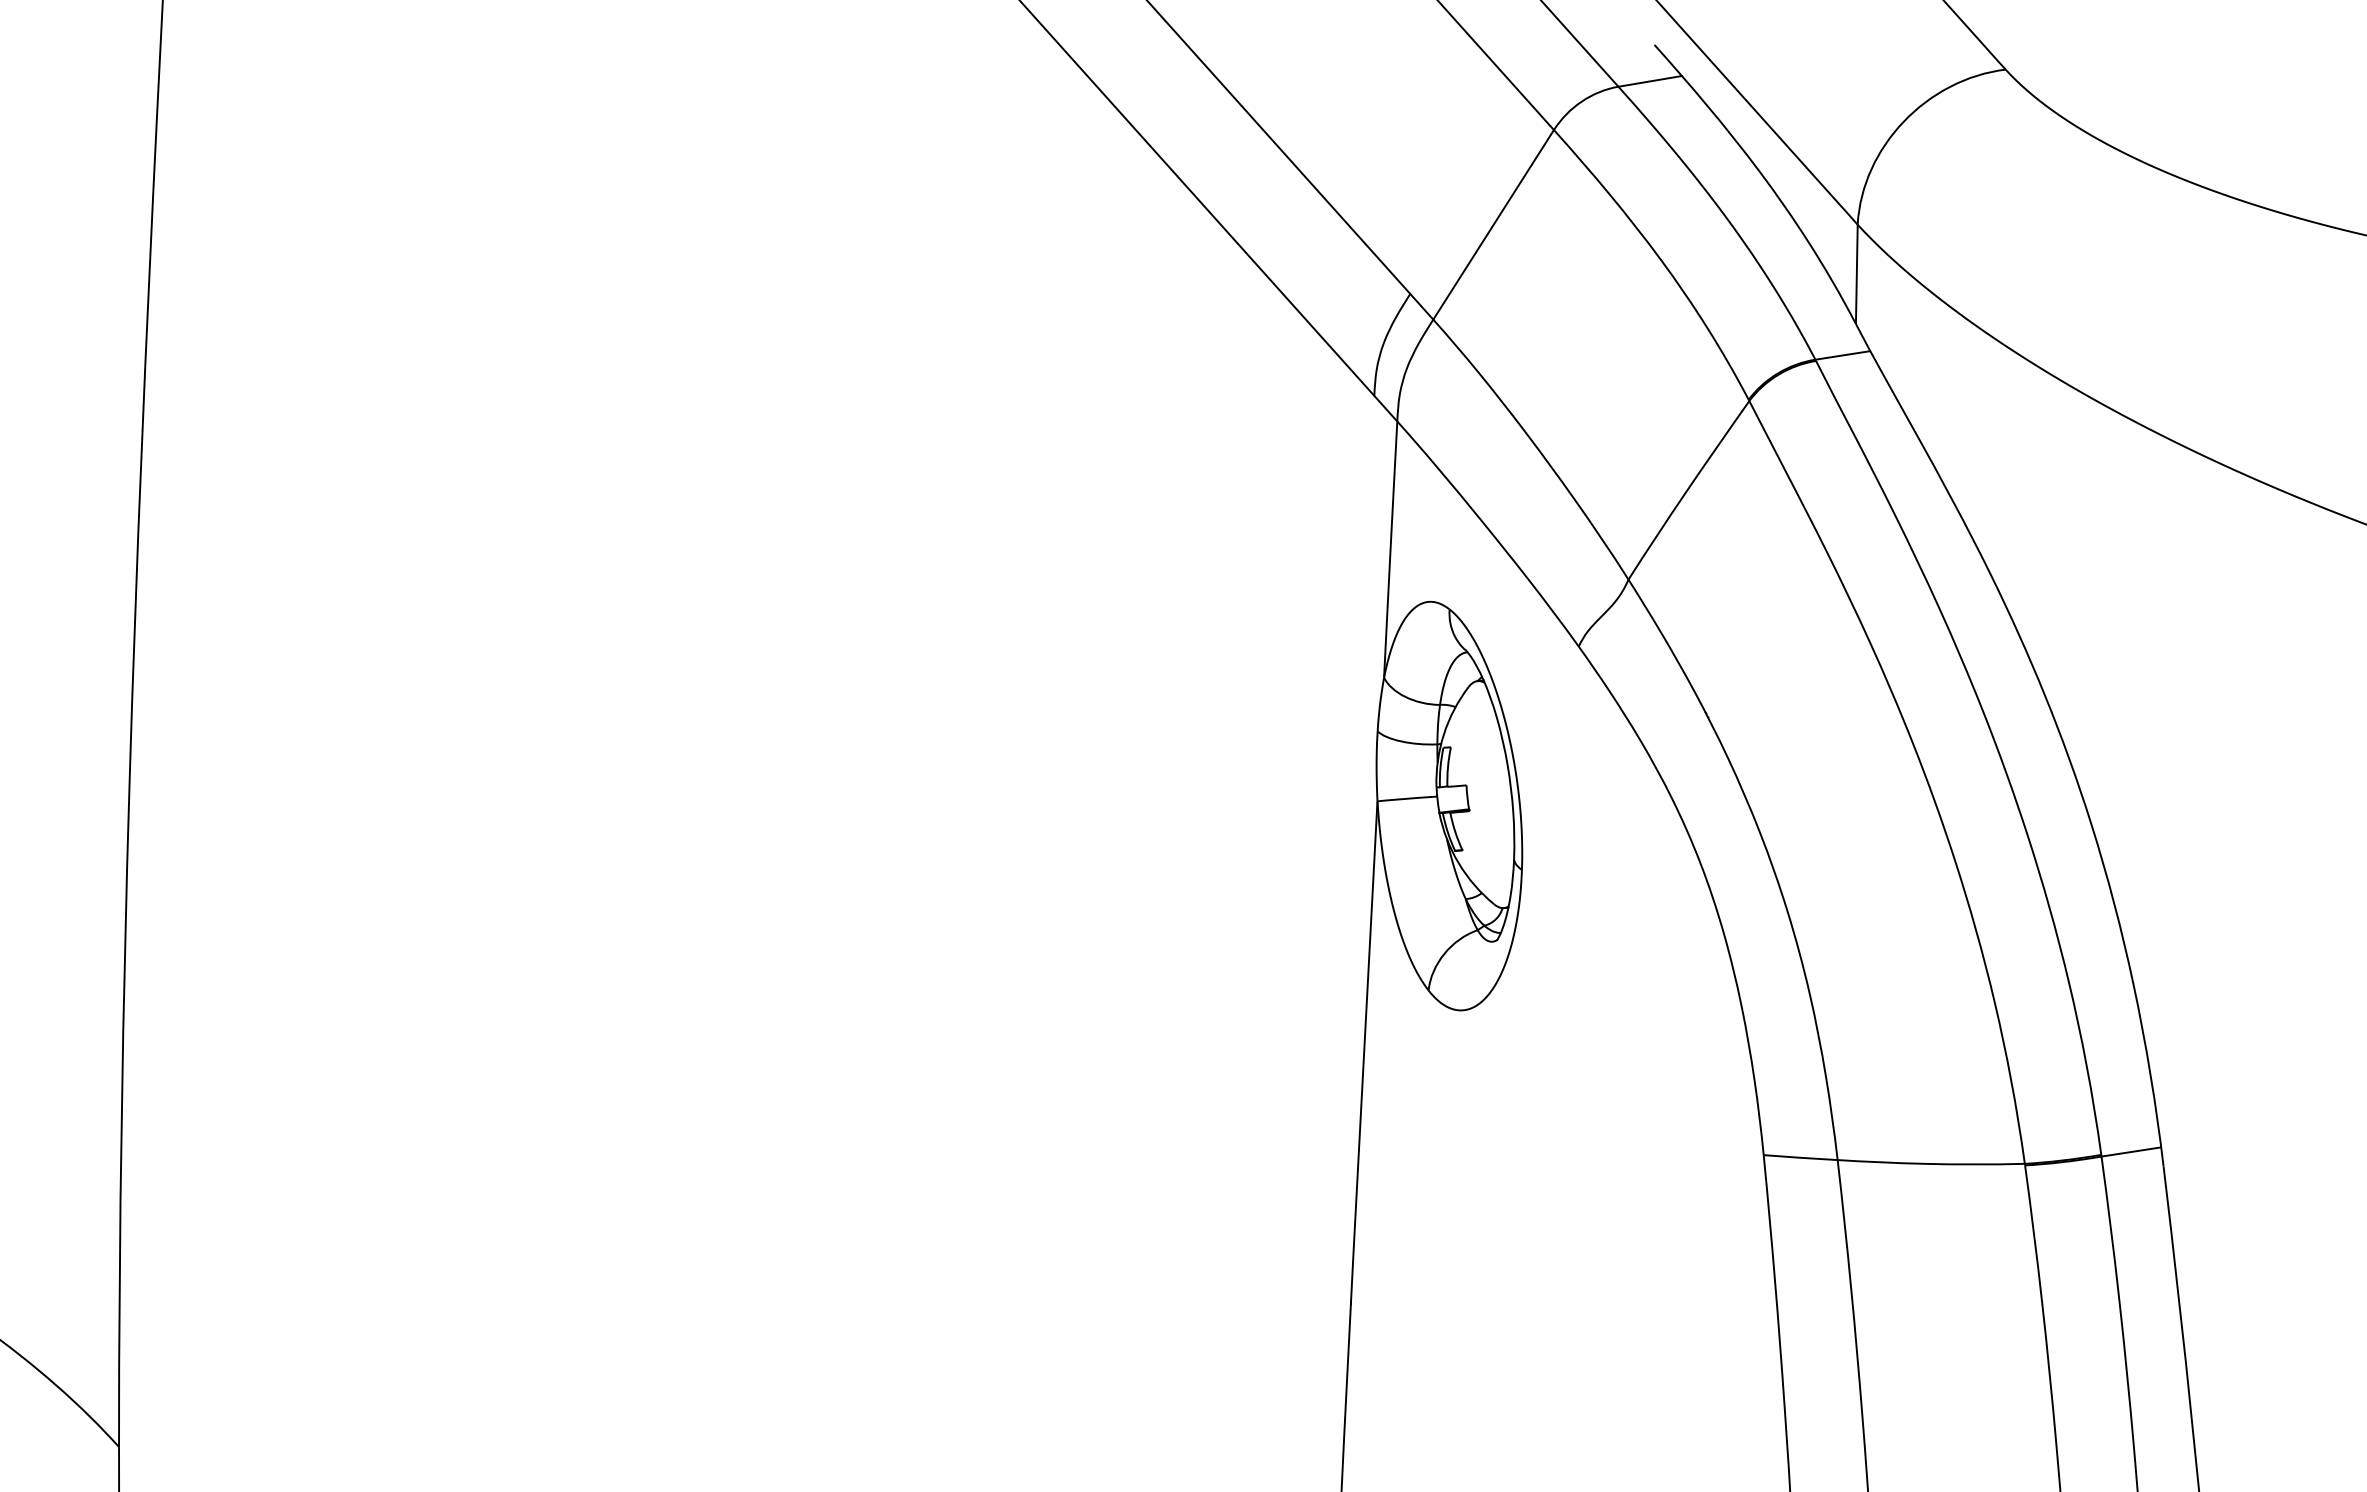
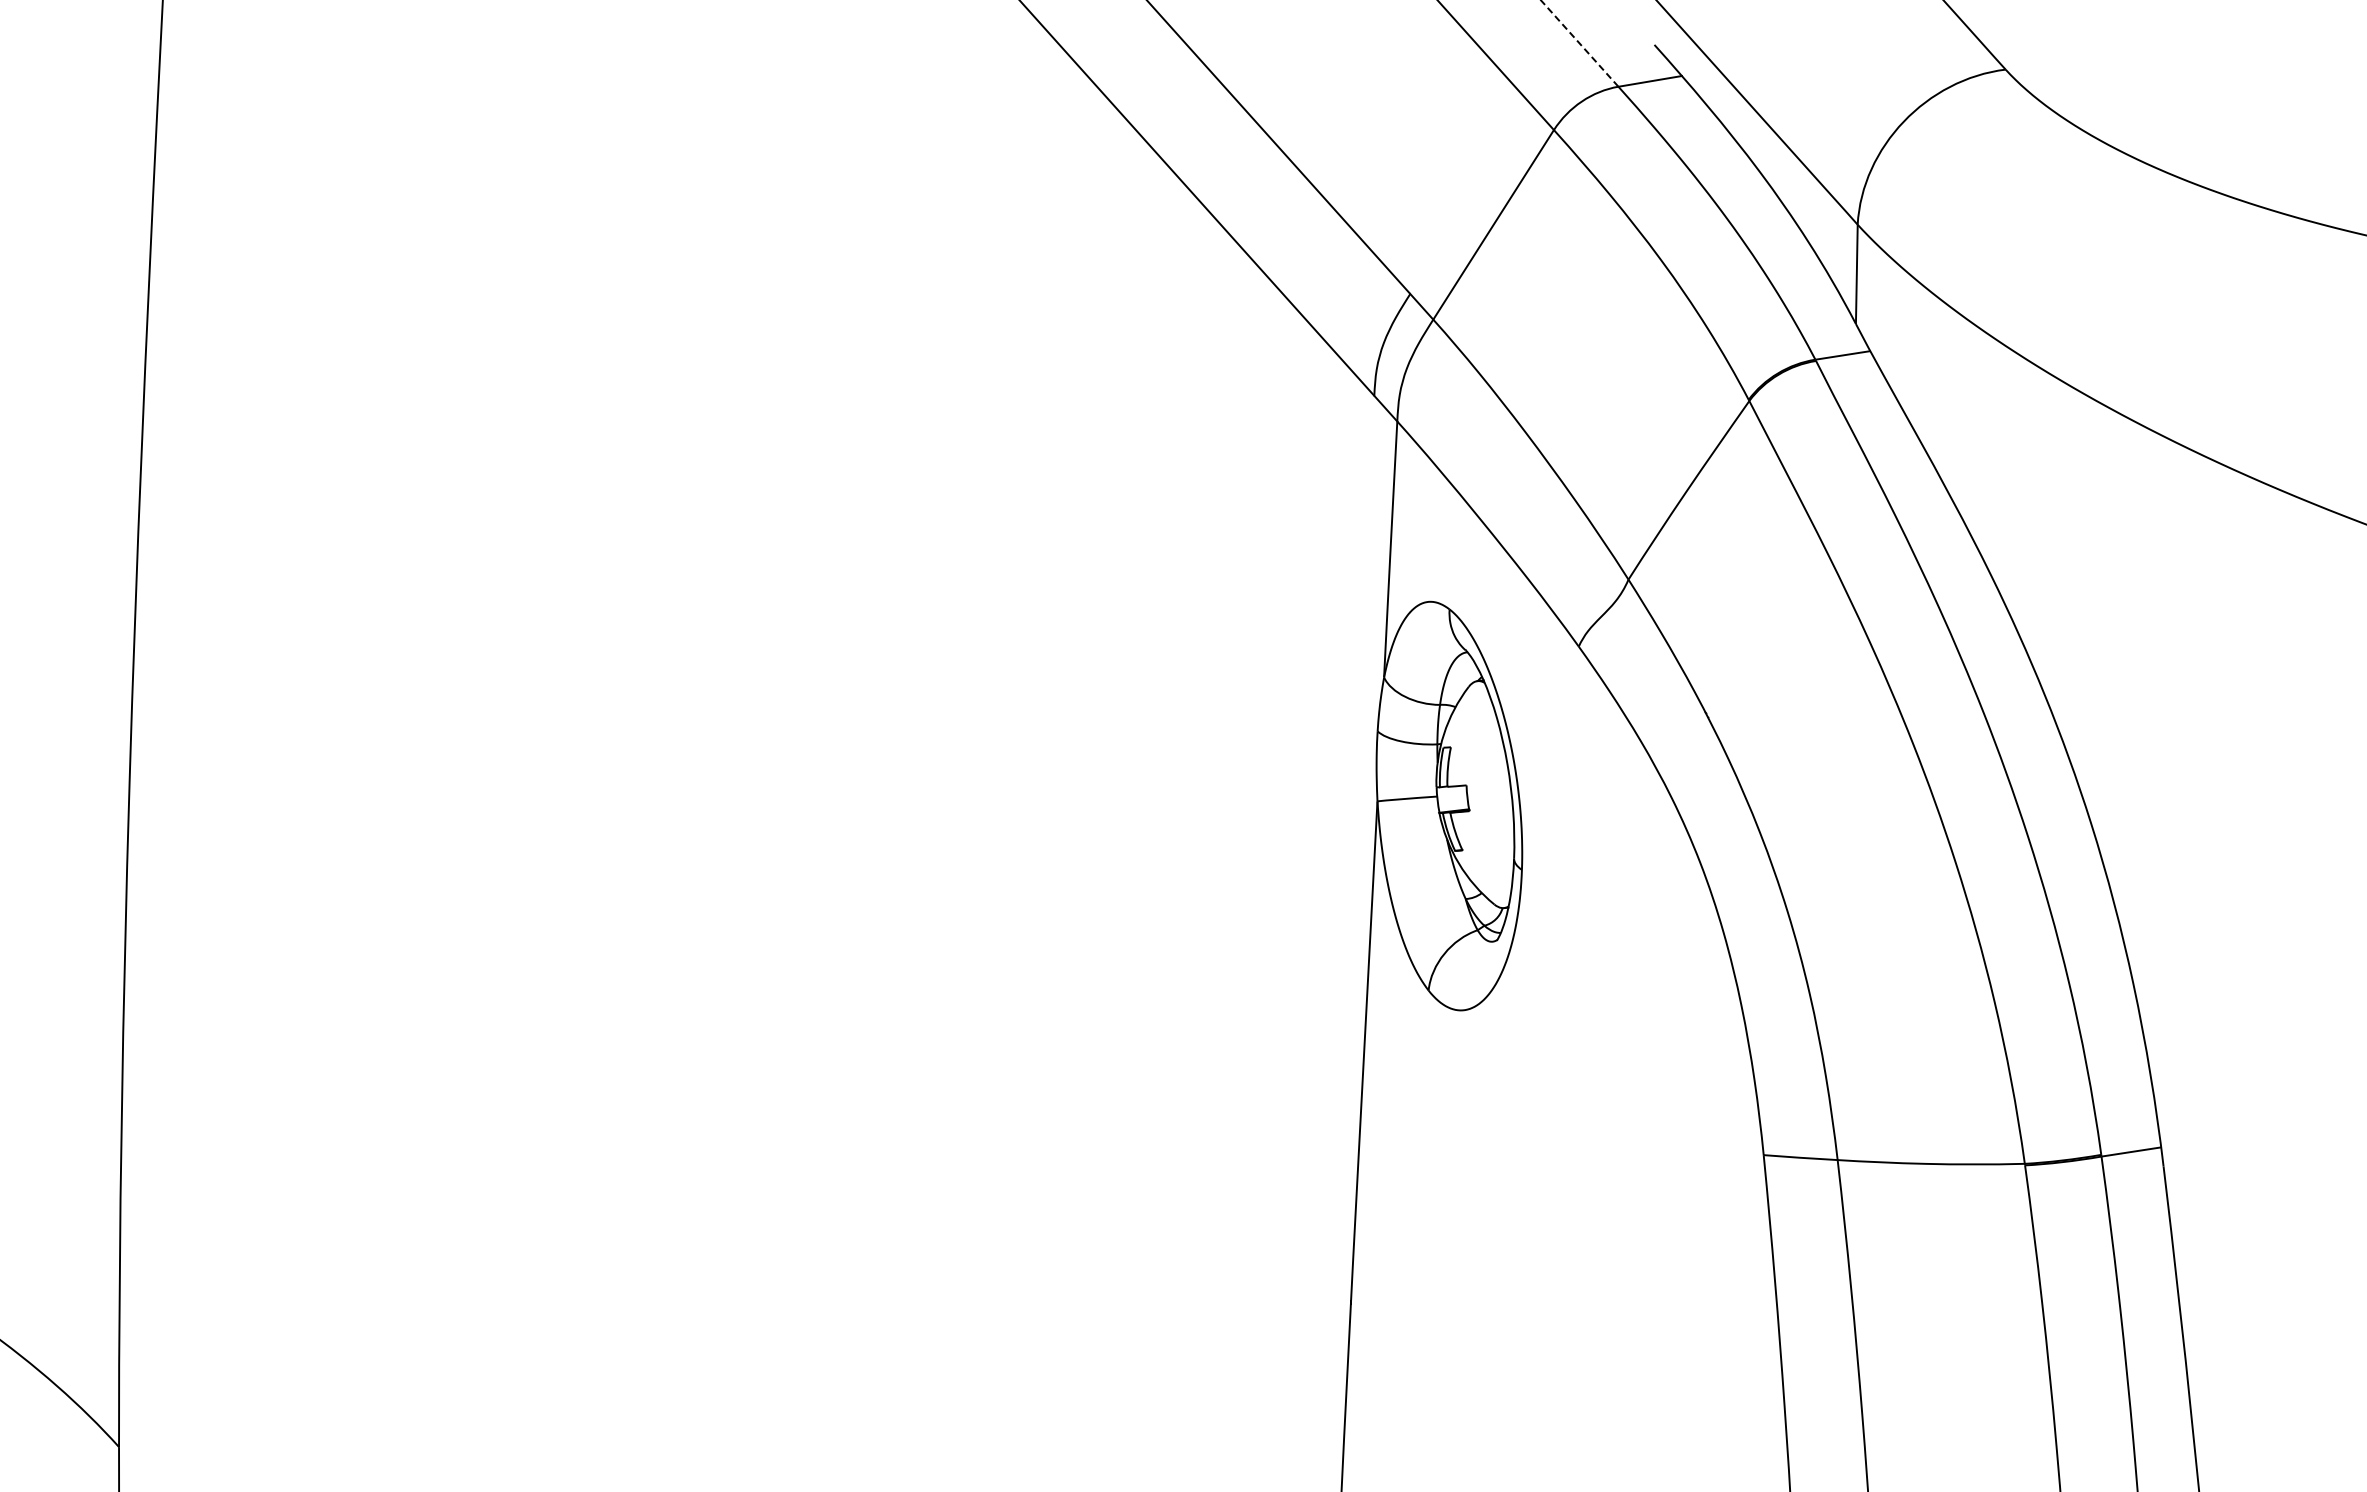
line at (1579, 43): solid -> dashed
